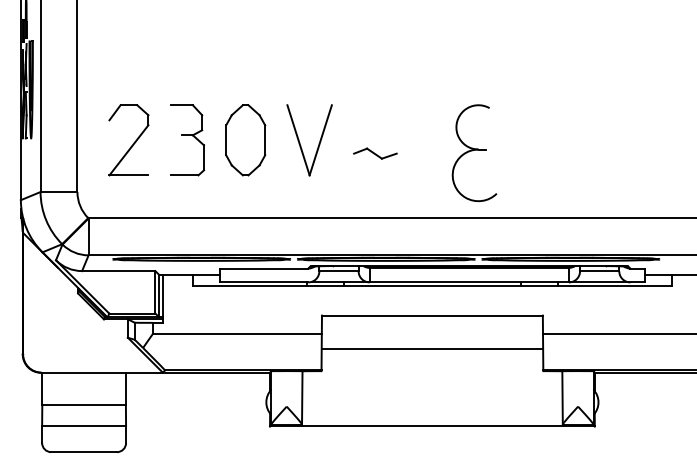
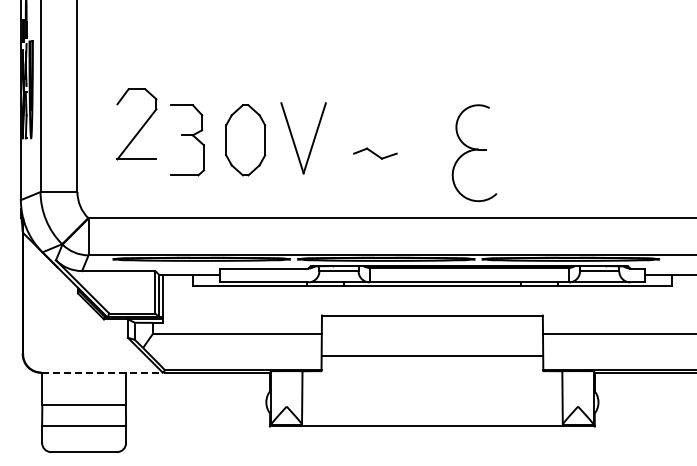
part at (128, 140) position: (128, 140) -> (136, 124)
part at (300, 142) position: (300, 142) -> (294, 140)
line at (432, 348) position: (432, 348) -> (432, 355)
line at (102, 372): solid -> dashed
